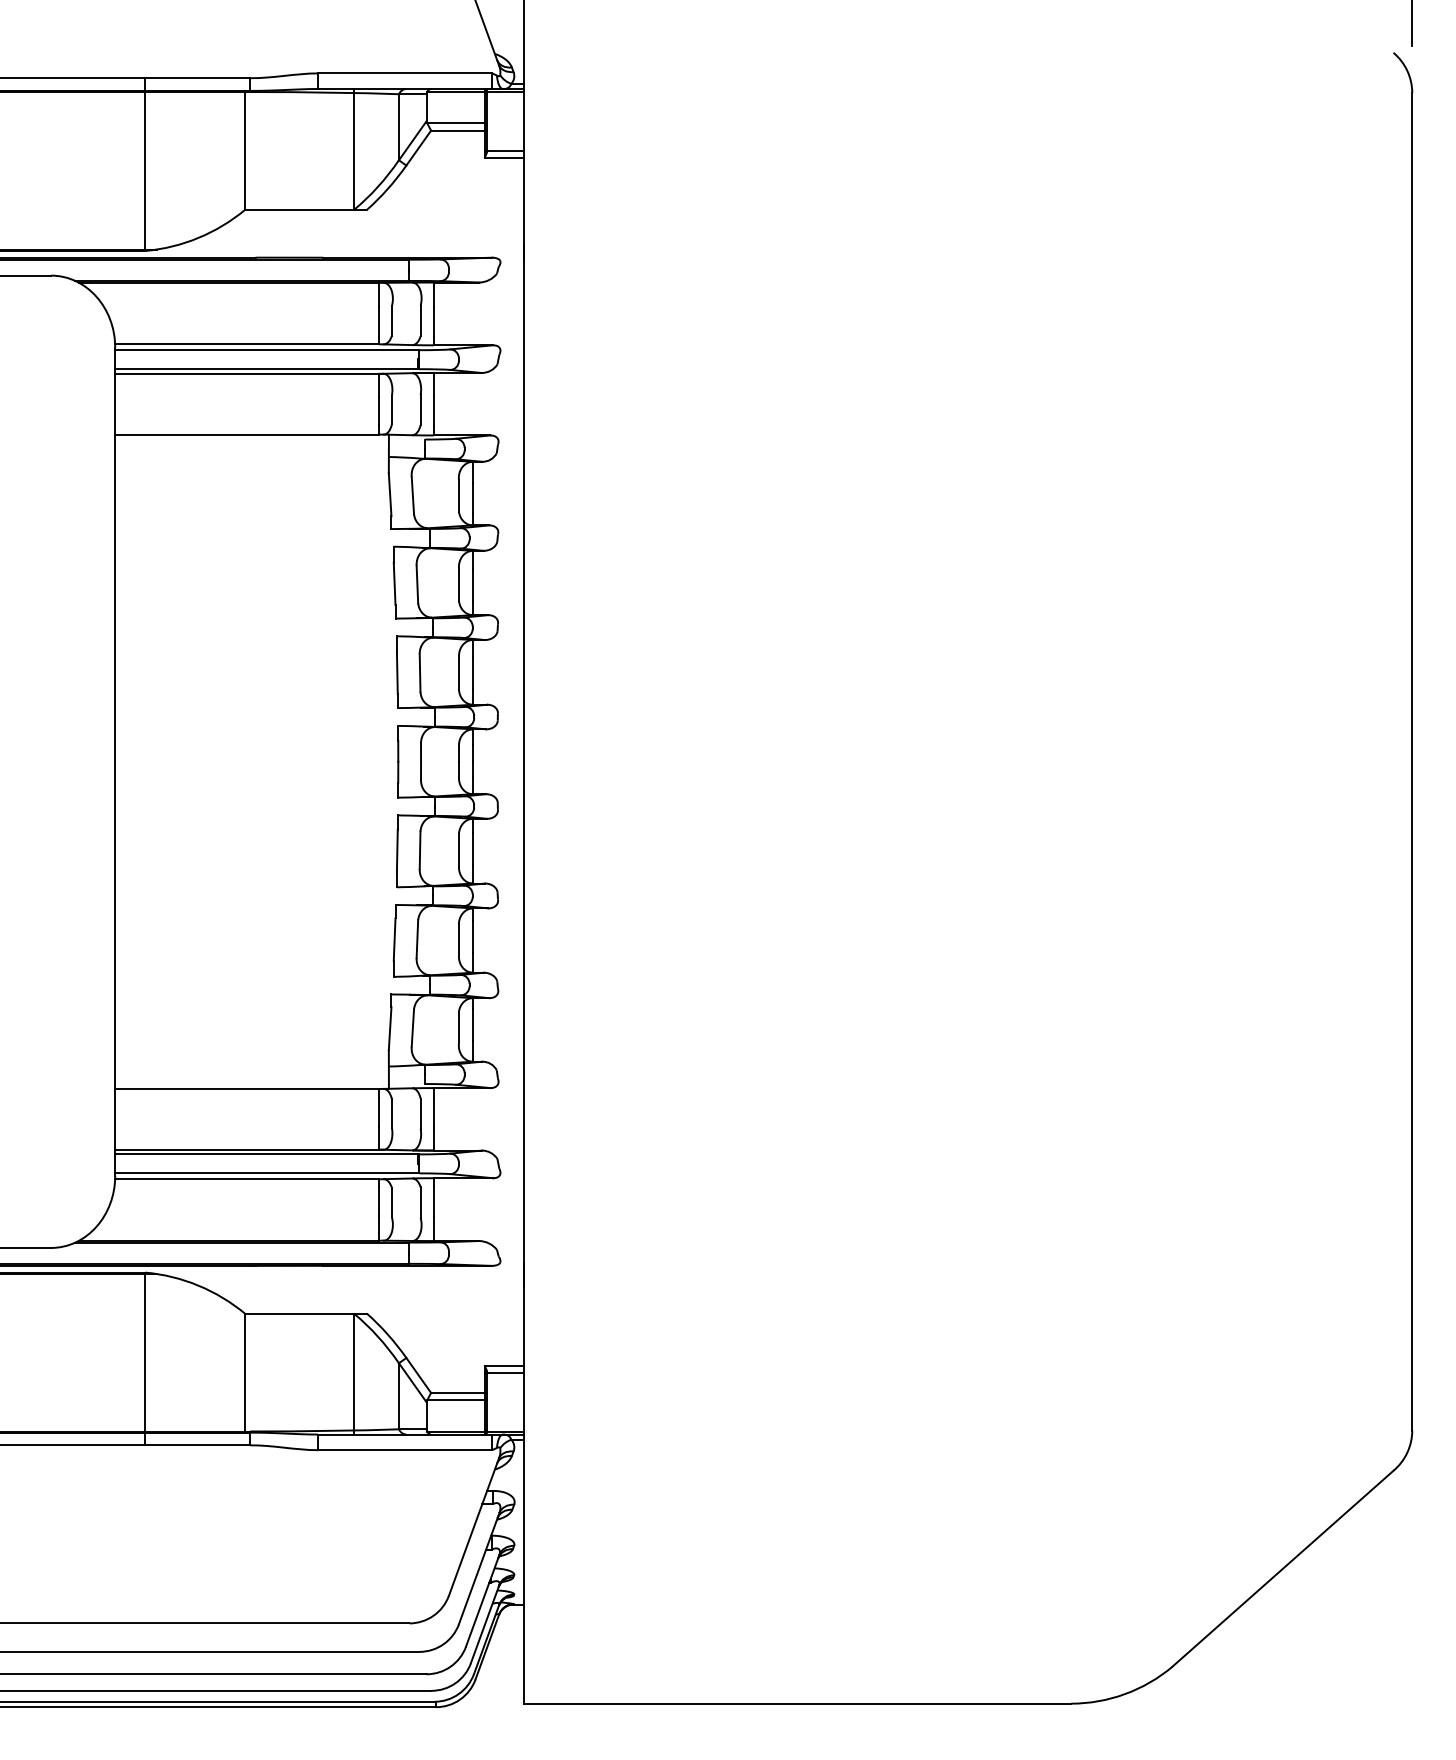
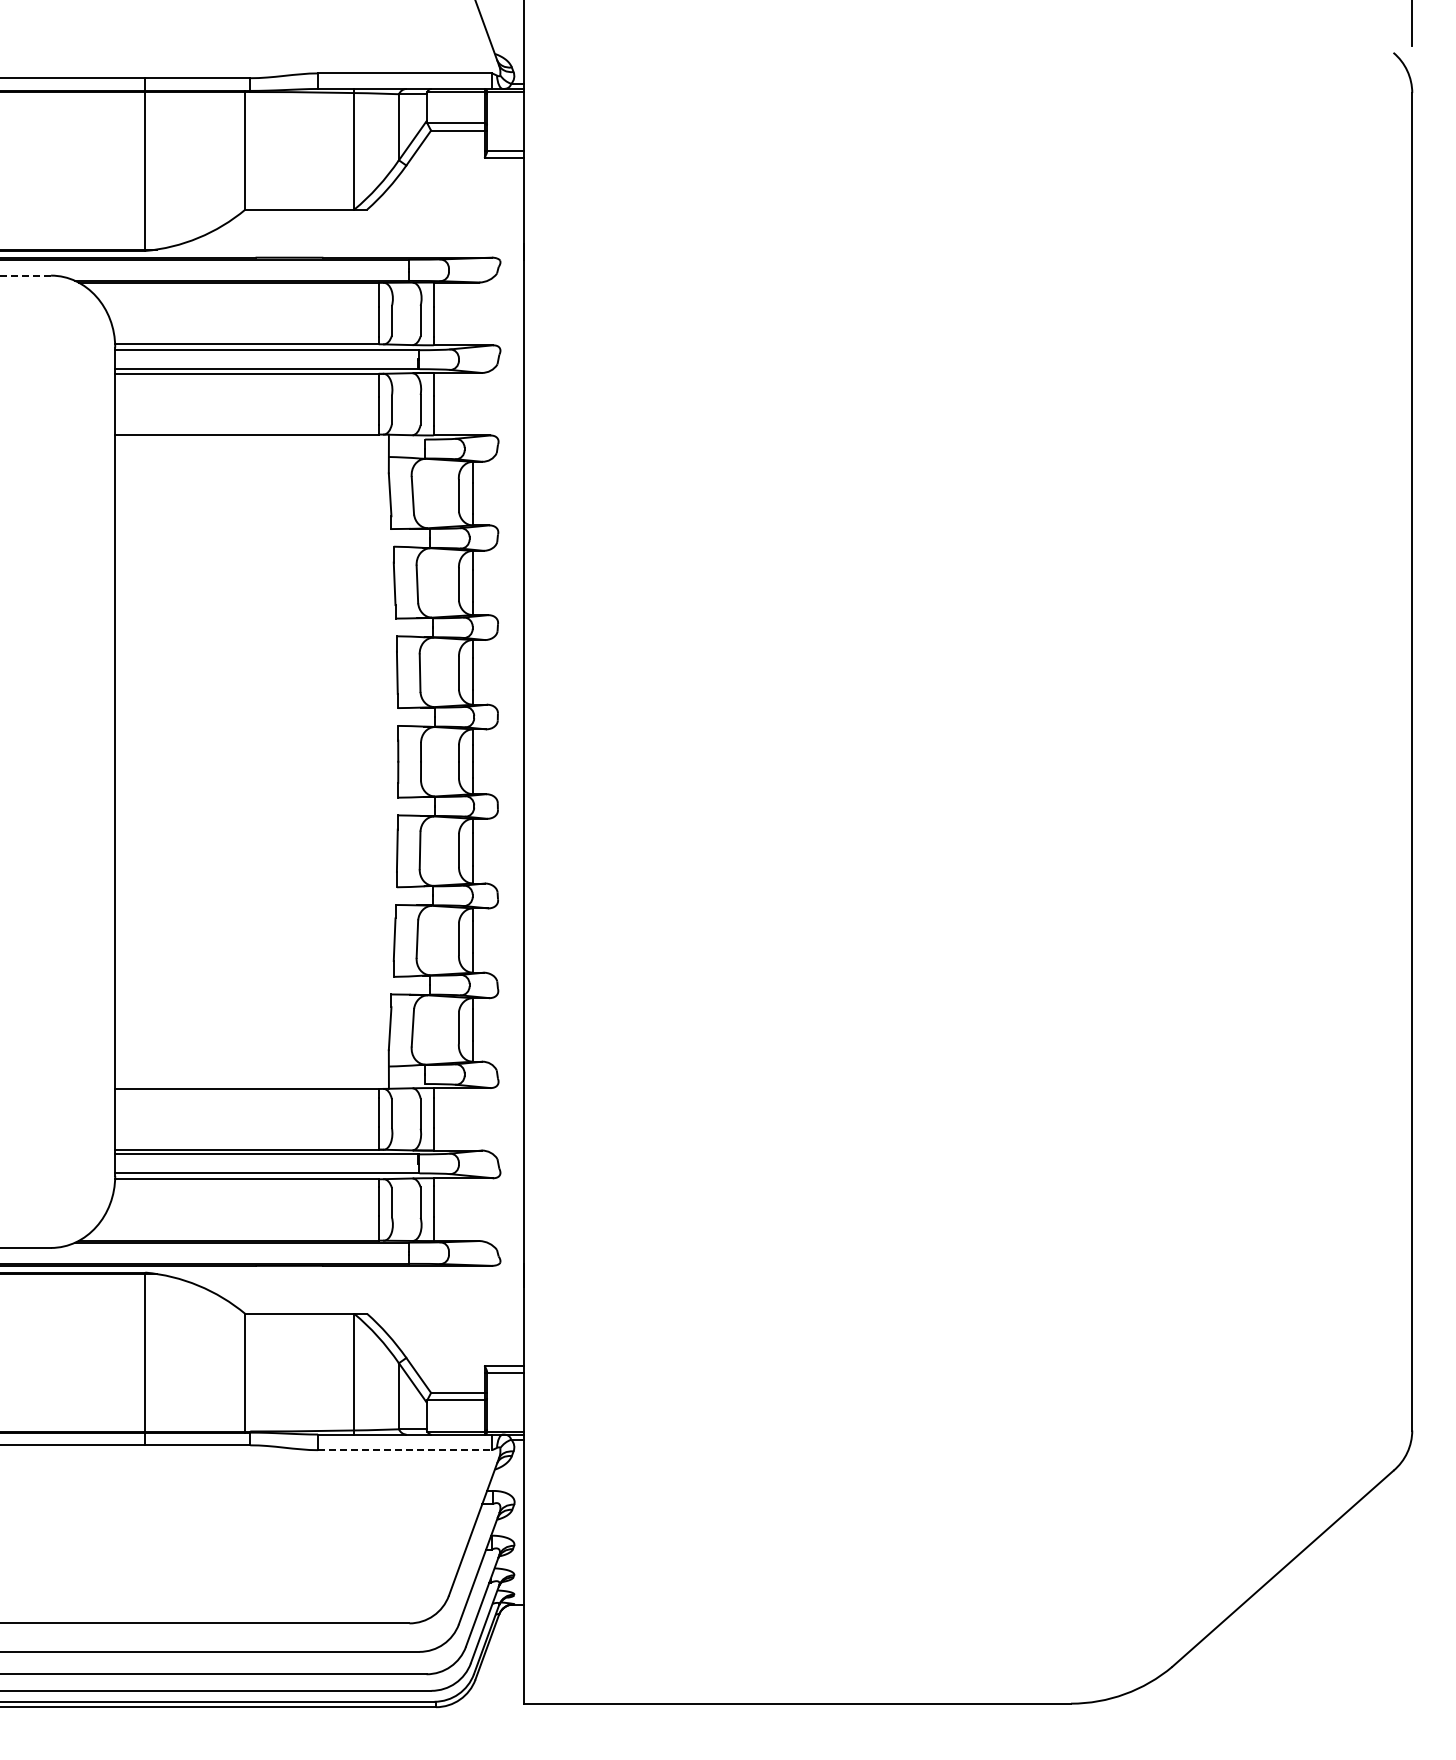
line at (25, 275): solid -> dashed
line at (405, 1450): solid -> dashed
